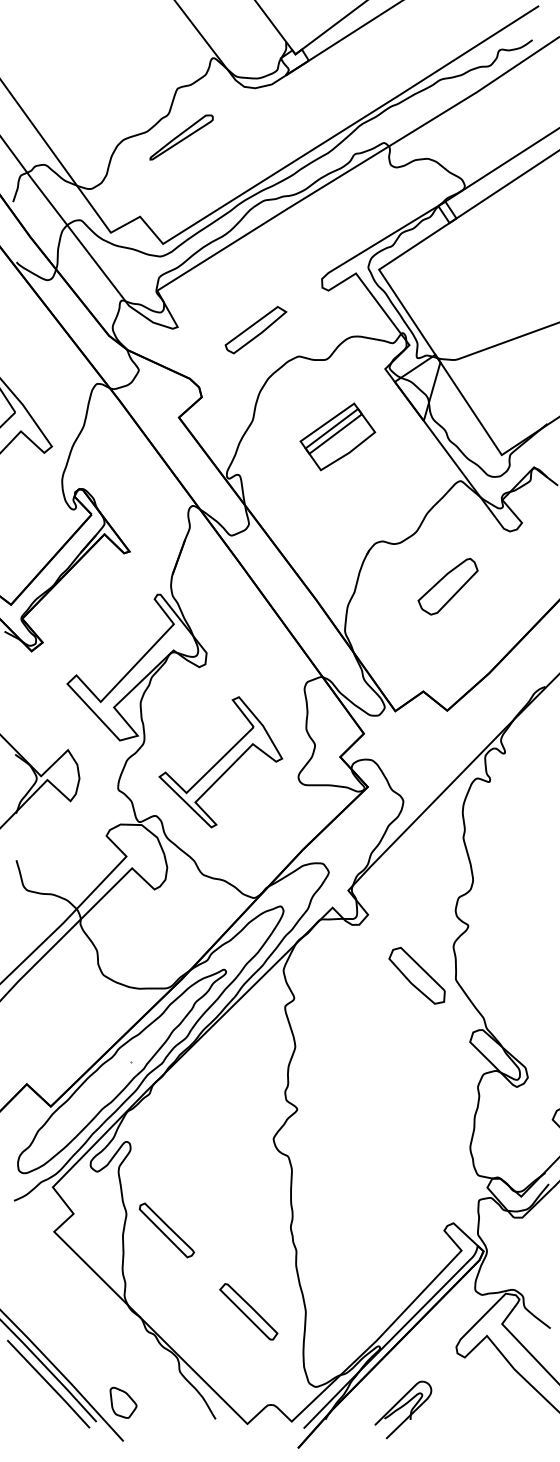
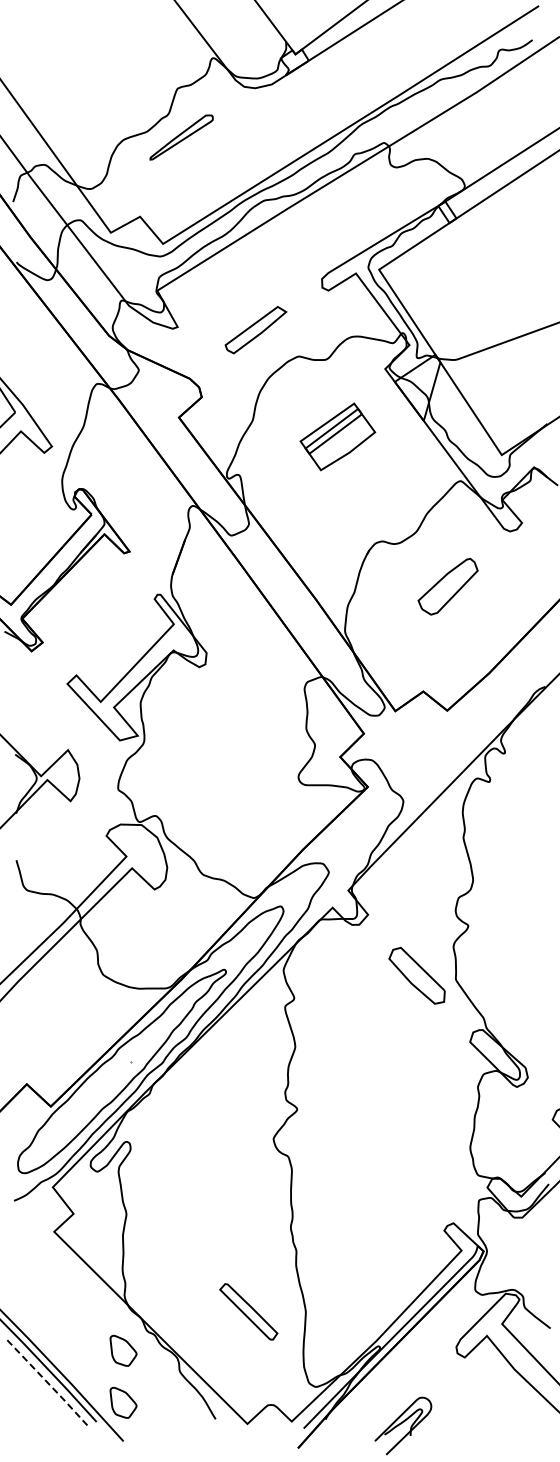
part at (220, 762): present -> none
part at (166, 1230): present -> none
part at (123, 1350): none -> present
line at (49, 1384): solid -> dashed
part at (403, 1409) position: (403, 1409) -> (403, 1425)
